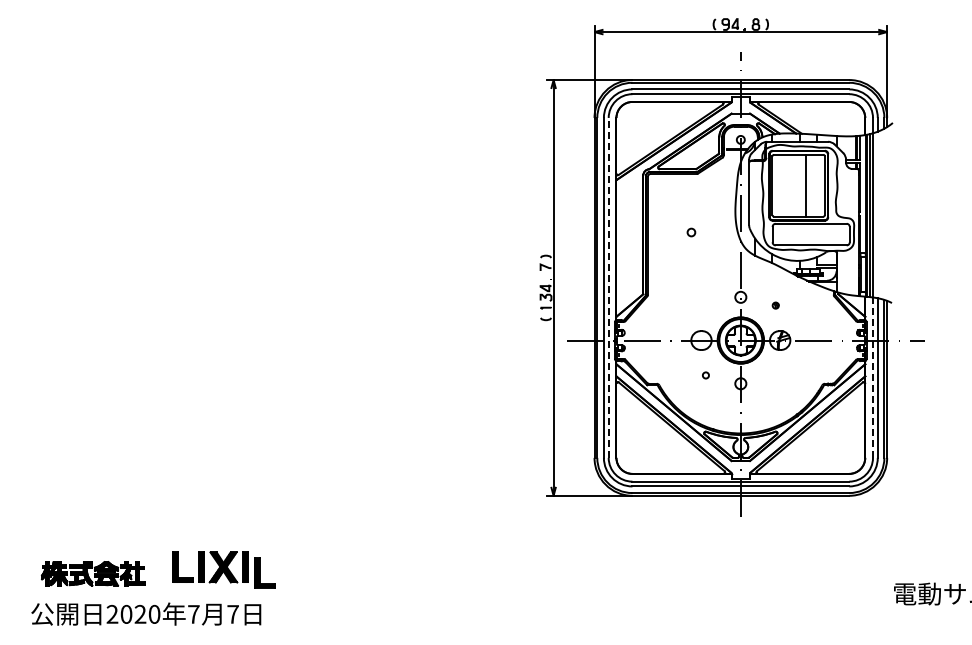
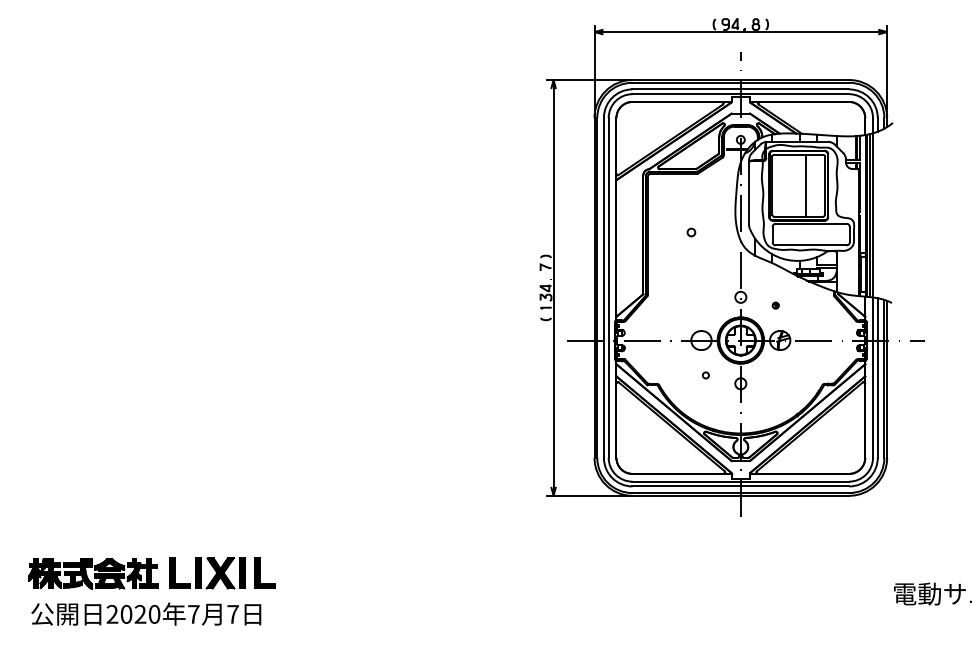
line at (608, 287): dashed -> solid
line at (873, 378): dashed -> solid
part at (210, 567) position: (210, 567) -> (207, 573)
part at (93, 573) size: 105x26 px -> 131x32 px
